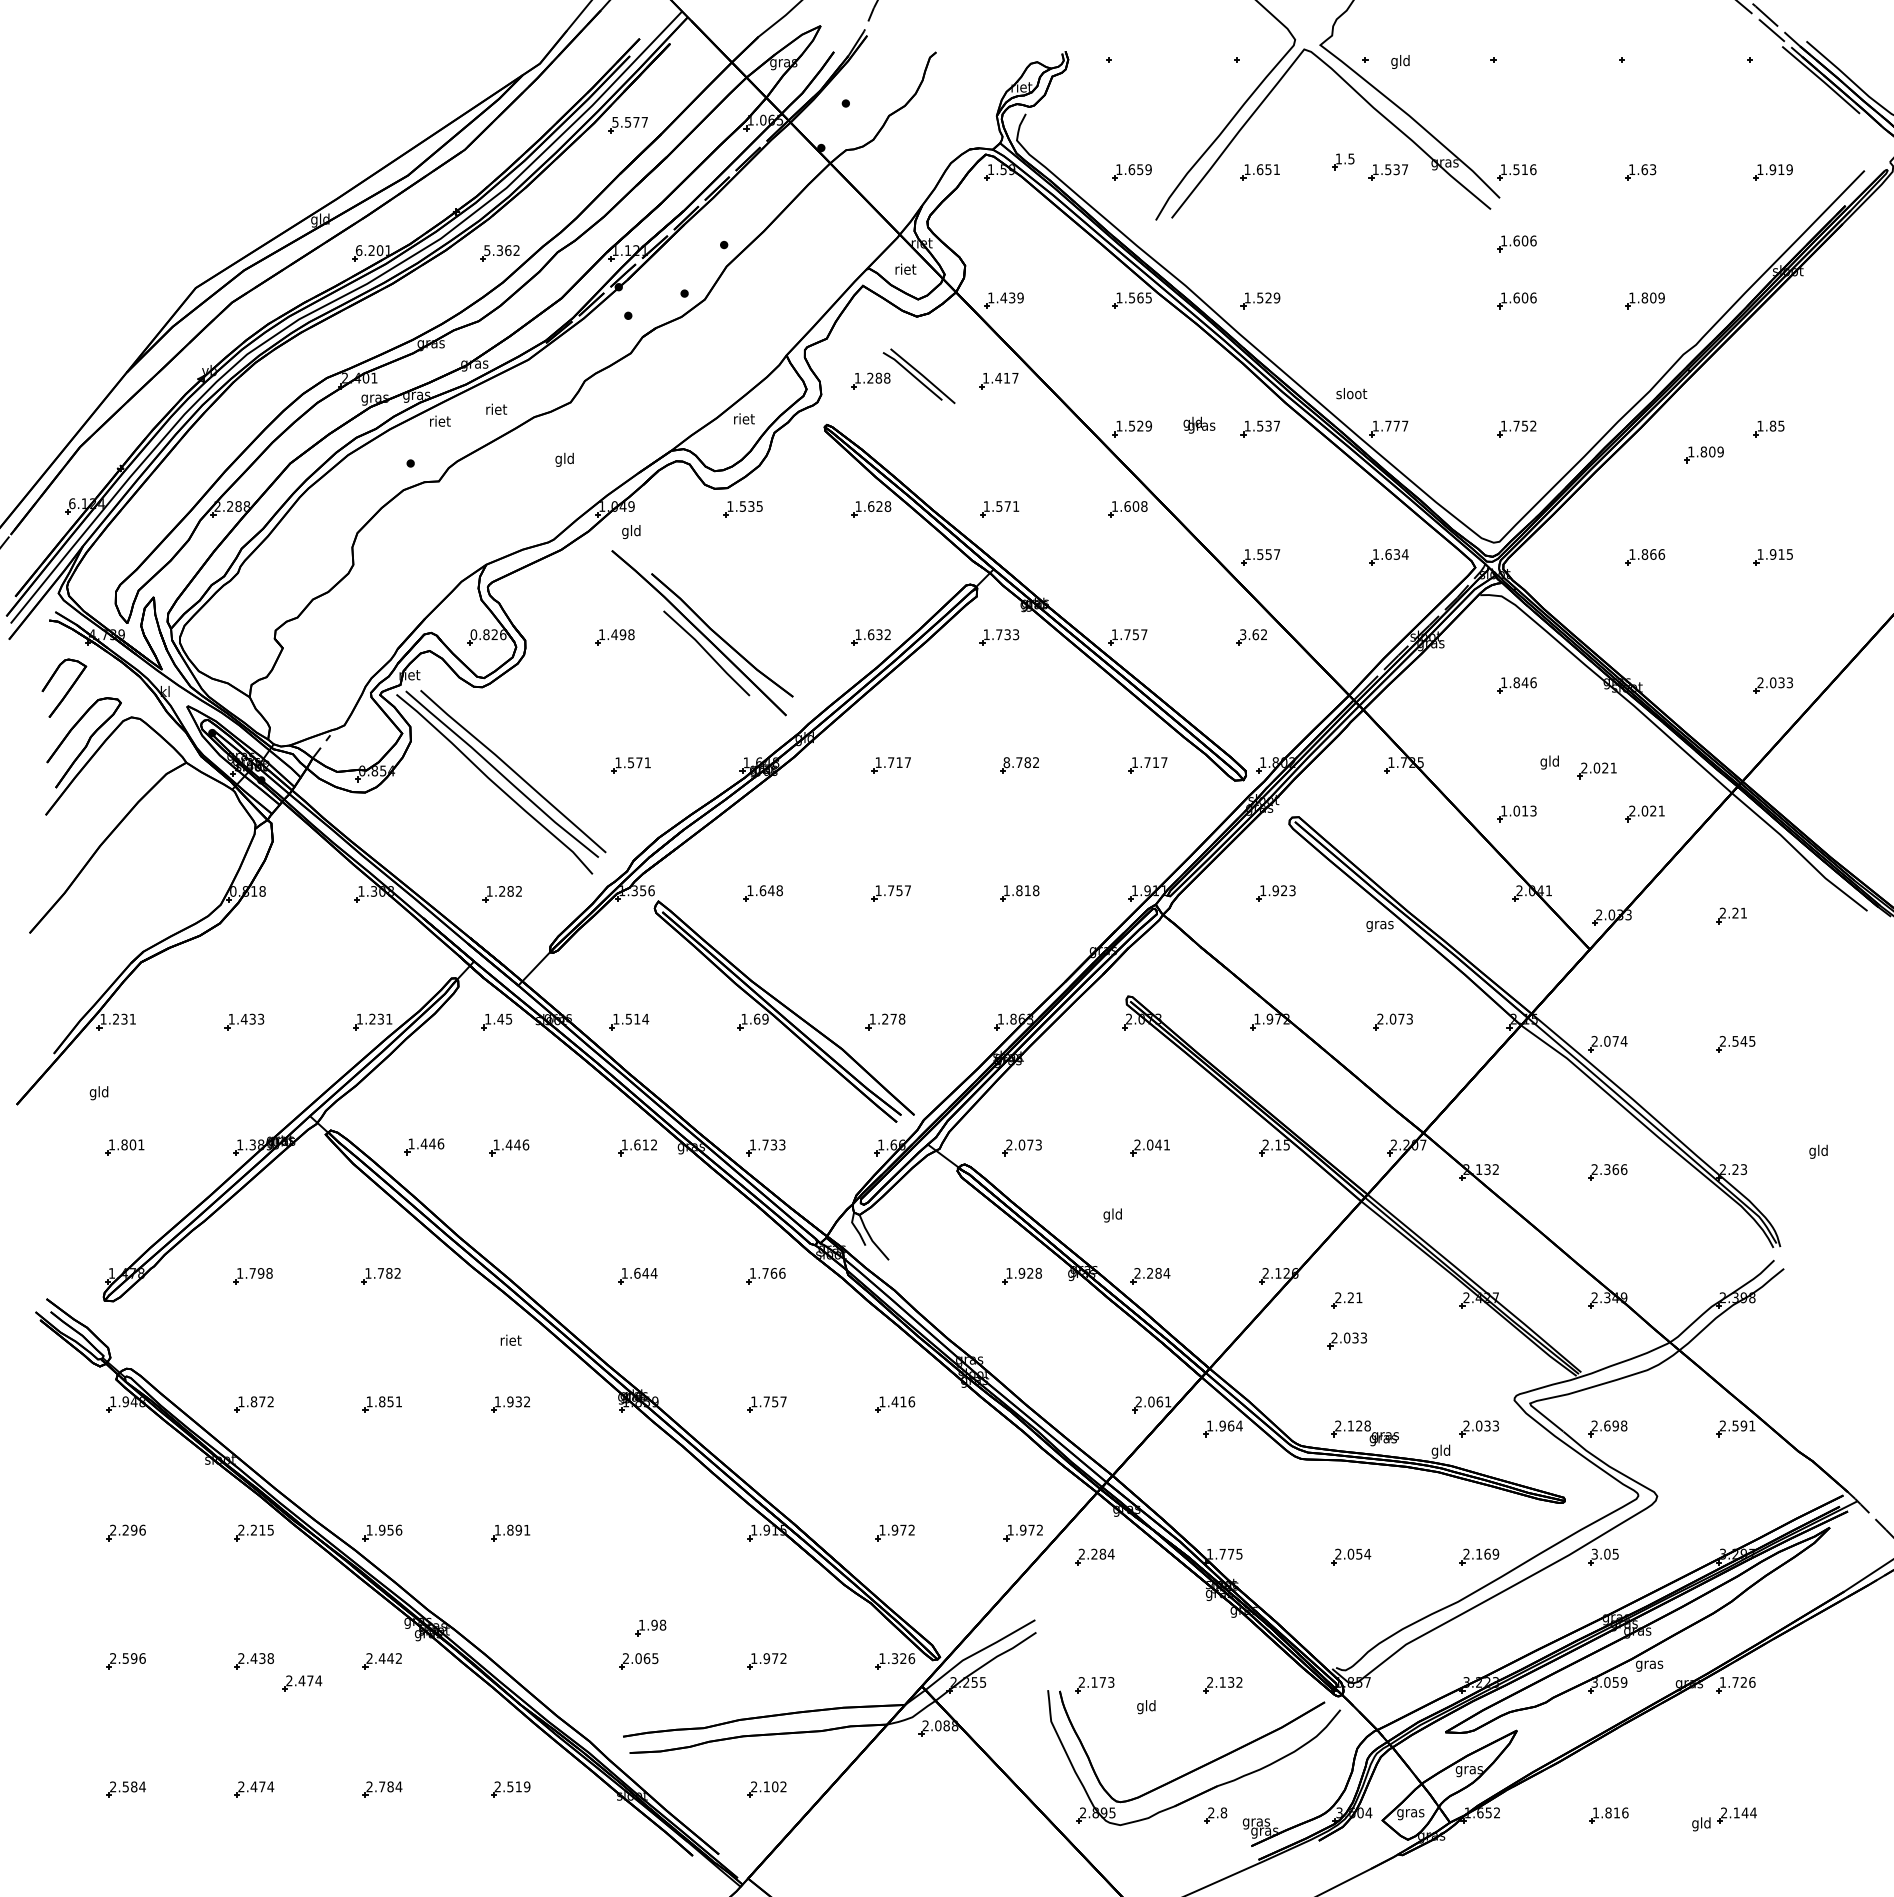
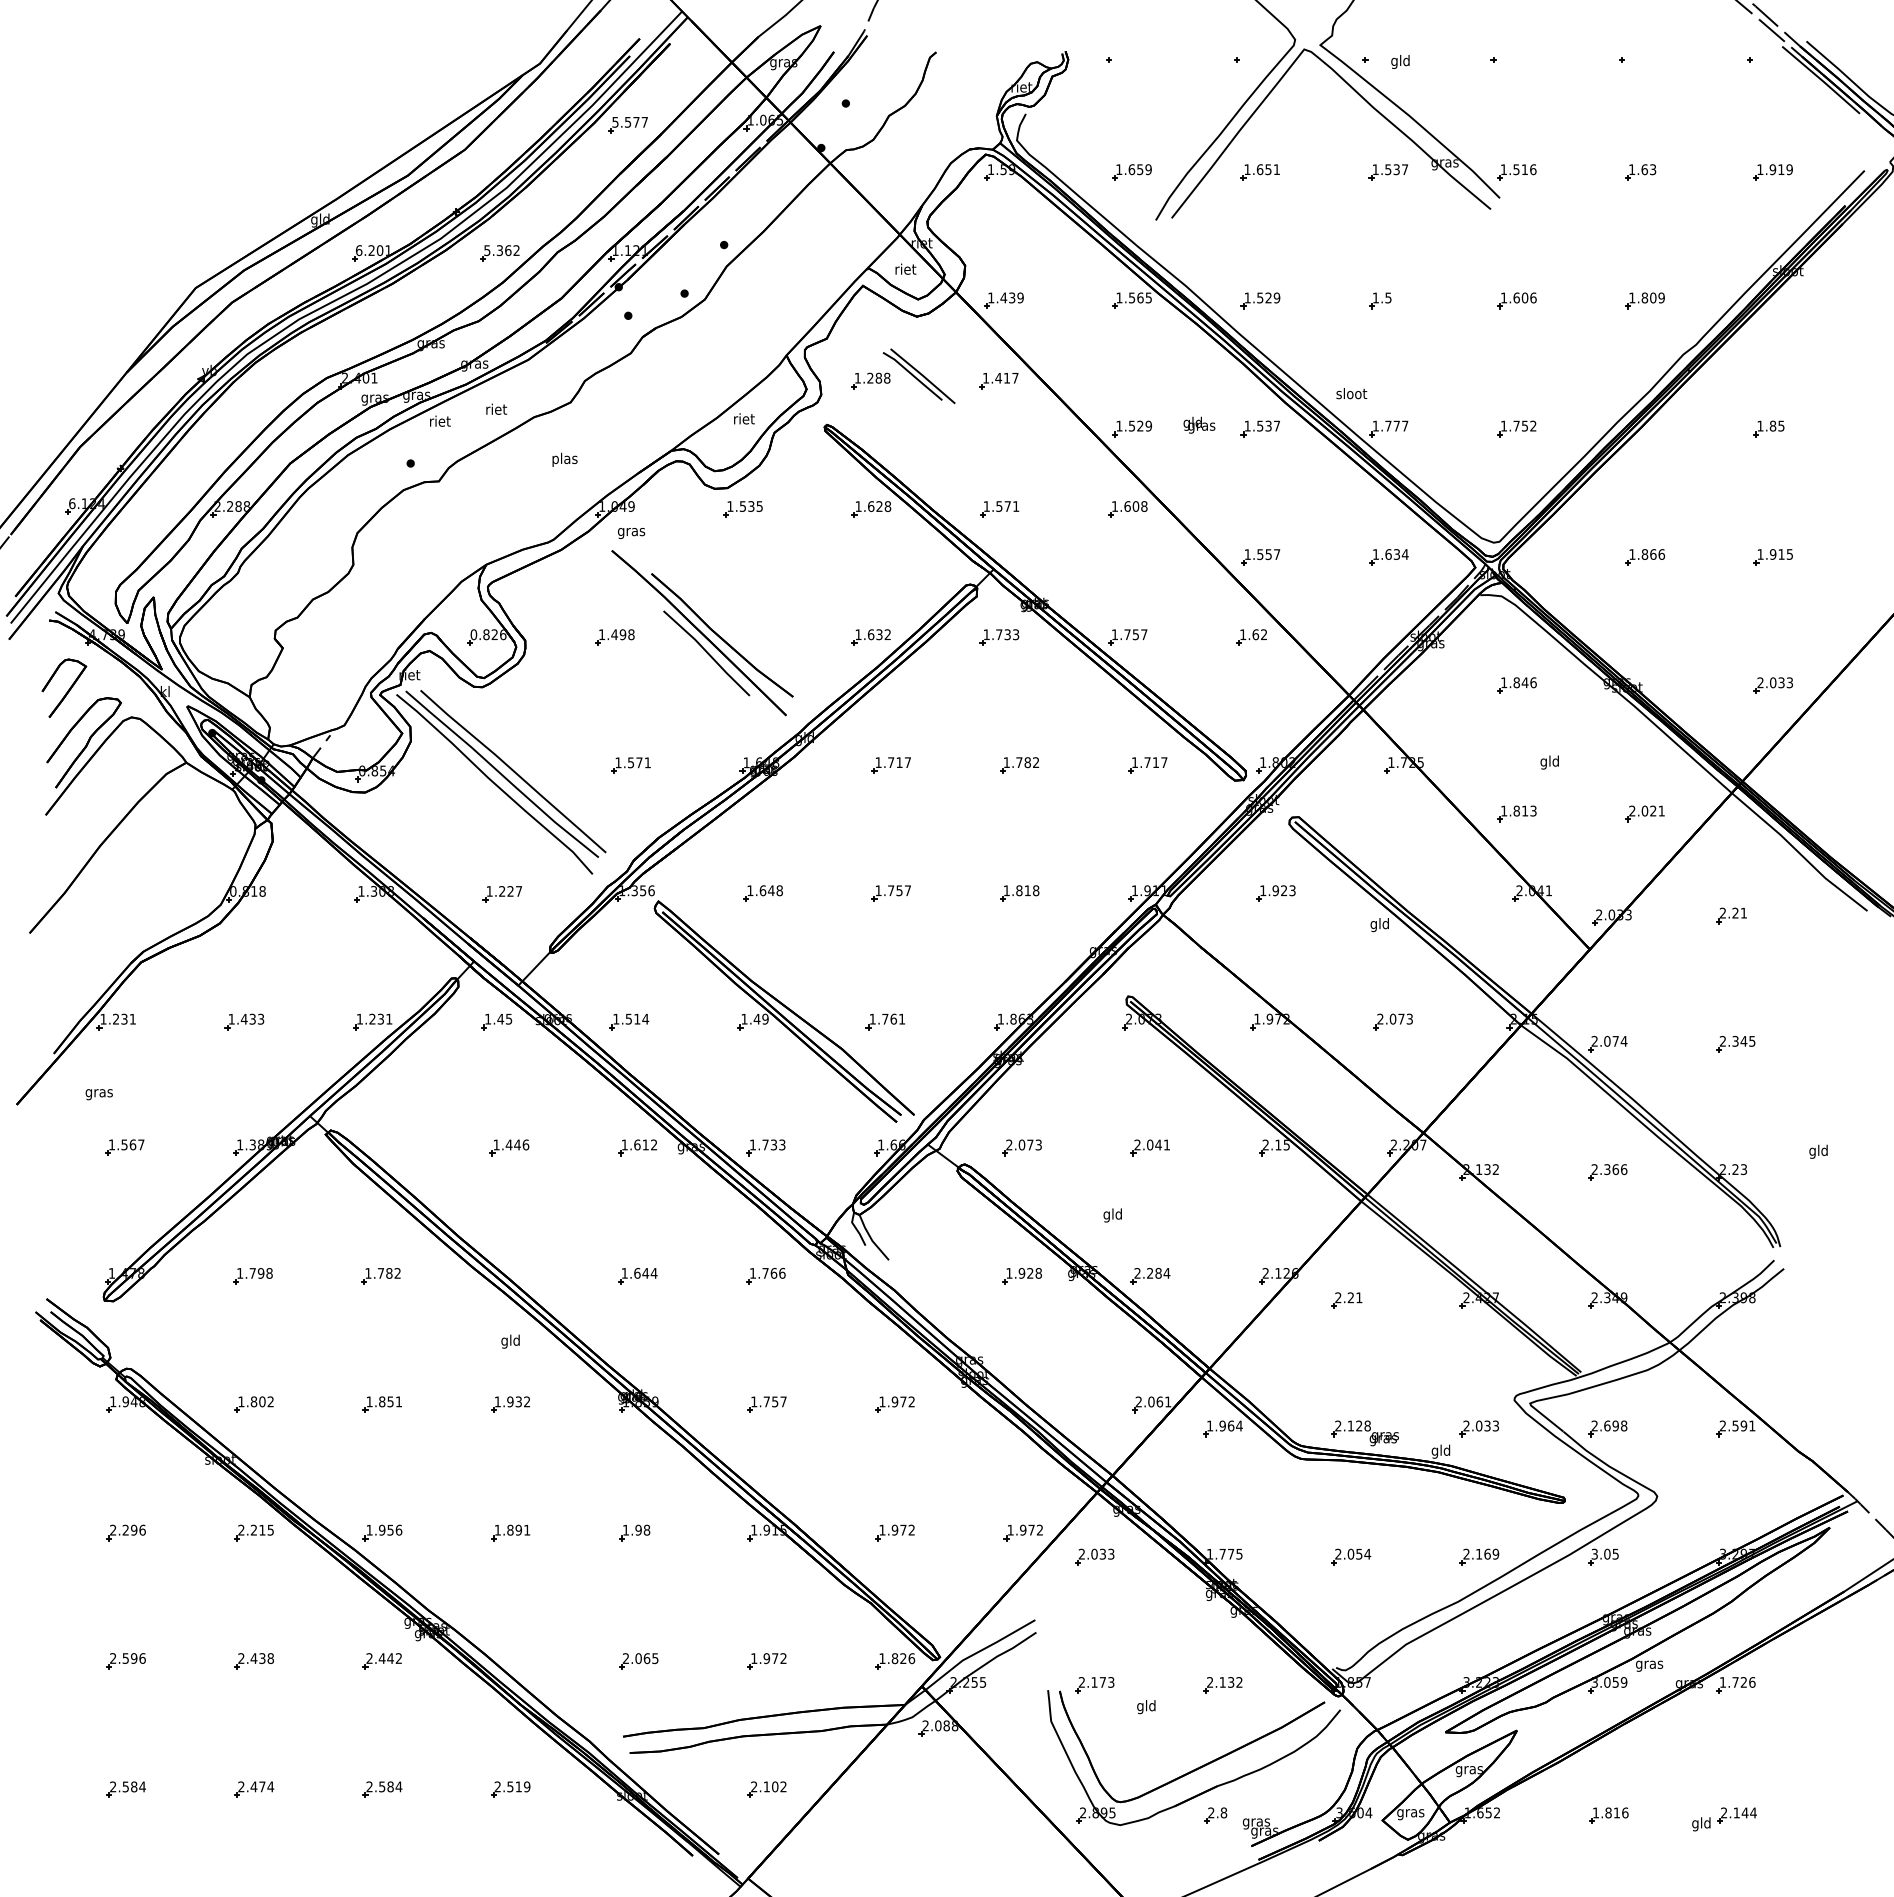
part at (1343, 161) position: (1343, 161) -> (1380, 300)
part at (1516, 243): present -> none
part at (1703, 454): present -> none
text at (564, 459): gld -> plas
text at (631, 532): gld -> gras
text at (1243, 634): 3.62 -> 1.62
text at (1006, 762): 8.782 -> 1.782
part at (1596, 770): present -> none
text at (1516, 811): 1.013 -> 1.813
text at (514, 891): 1.282 -> 1.227
text at (1379, 925): gras -> gld
text at (756, 1018): 1.69 -> 1.49
text at (893, 1018): 1.278 -> 1.761
text at (1735, 1040): 2.545 -> 2.345
text at (98, 1093): gld -> gras
text at (132, 1144): 1.801 -> 1.567
part at (424, 1146): present -> none
part at (1346, 1340): present -> none
text at (510, 1341): riet -> gld
text at (262, 1401): 1.872 -> 1.802
text at (903, 1401): 1.416 -> 1.972
text at (1102, 1553): 2.284 -> 2.033
part at (650, 1627) position: (650, 1627) -> (634, 1532)
text at (894, 1658): 1.326 -> 1.826
part at (302, 1683): present -> none
text at (382, 1786): 2.784 -> 2.584
